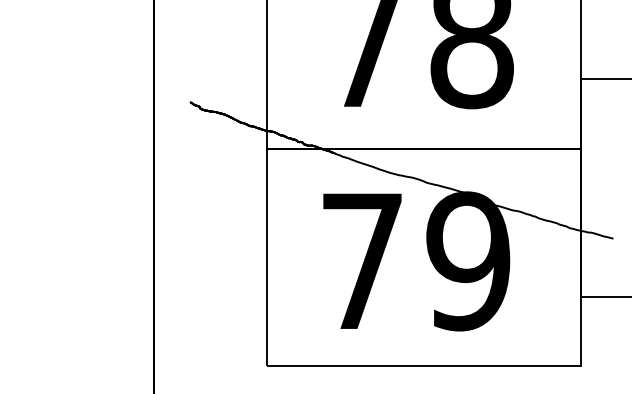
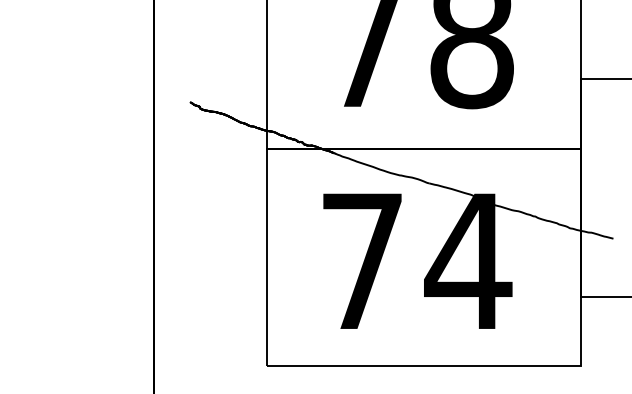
text at (468, 261): 79 -> 74
